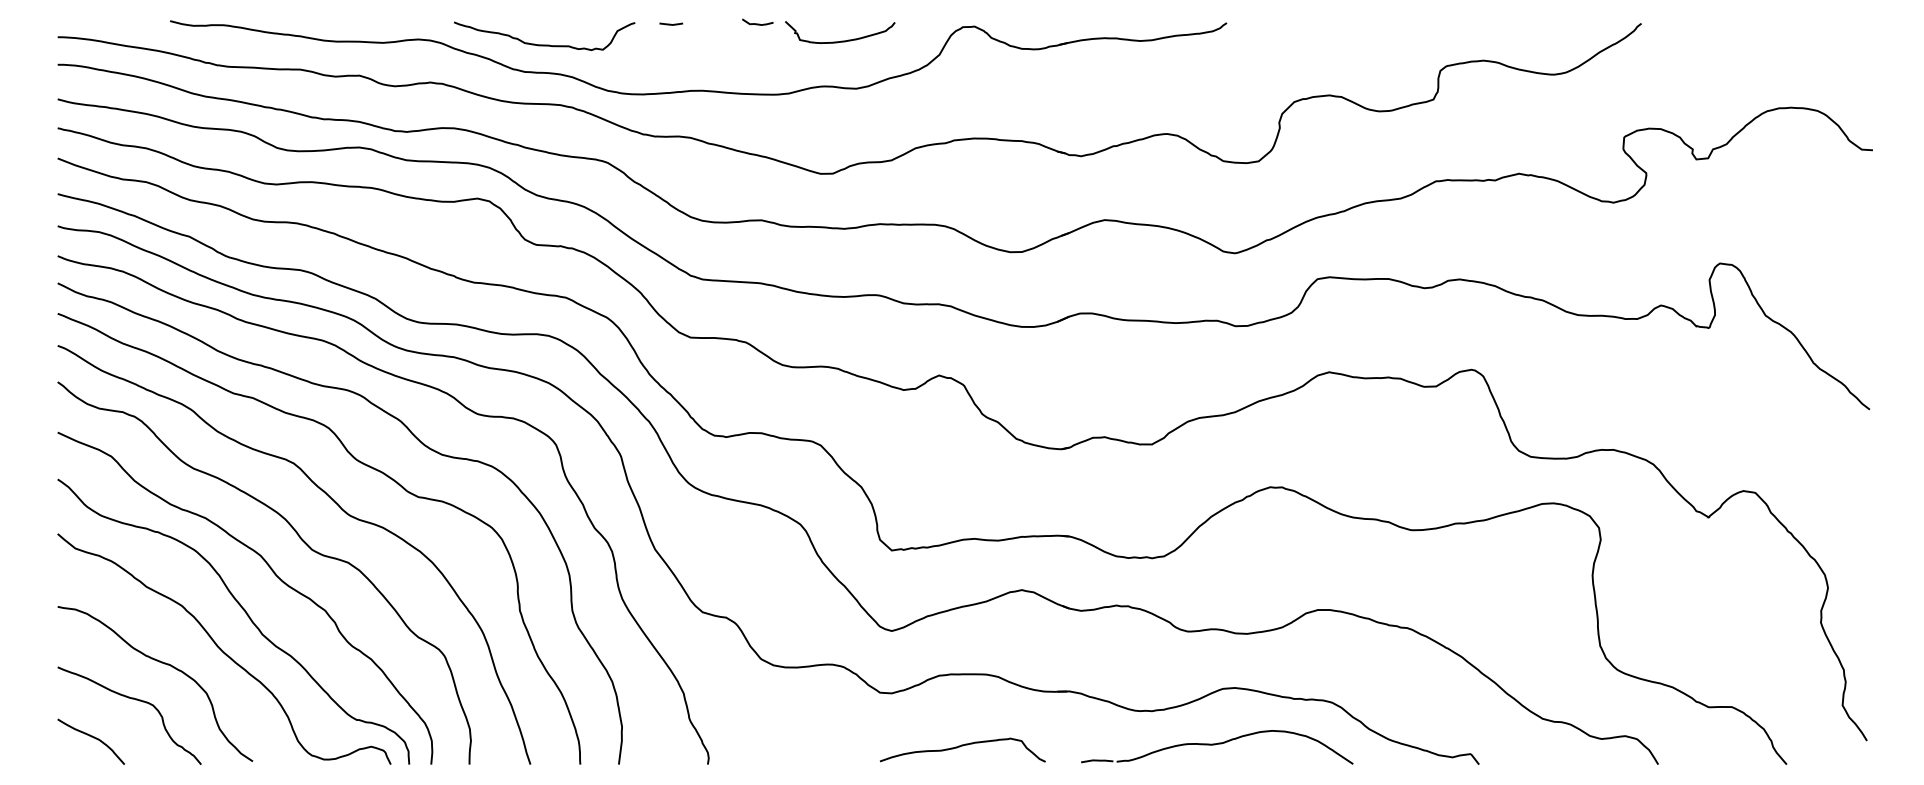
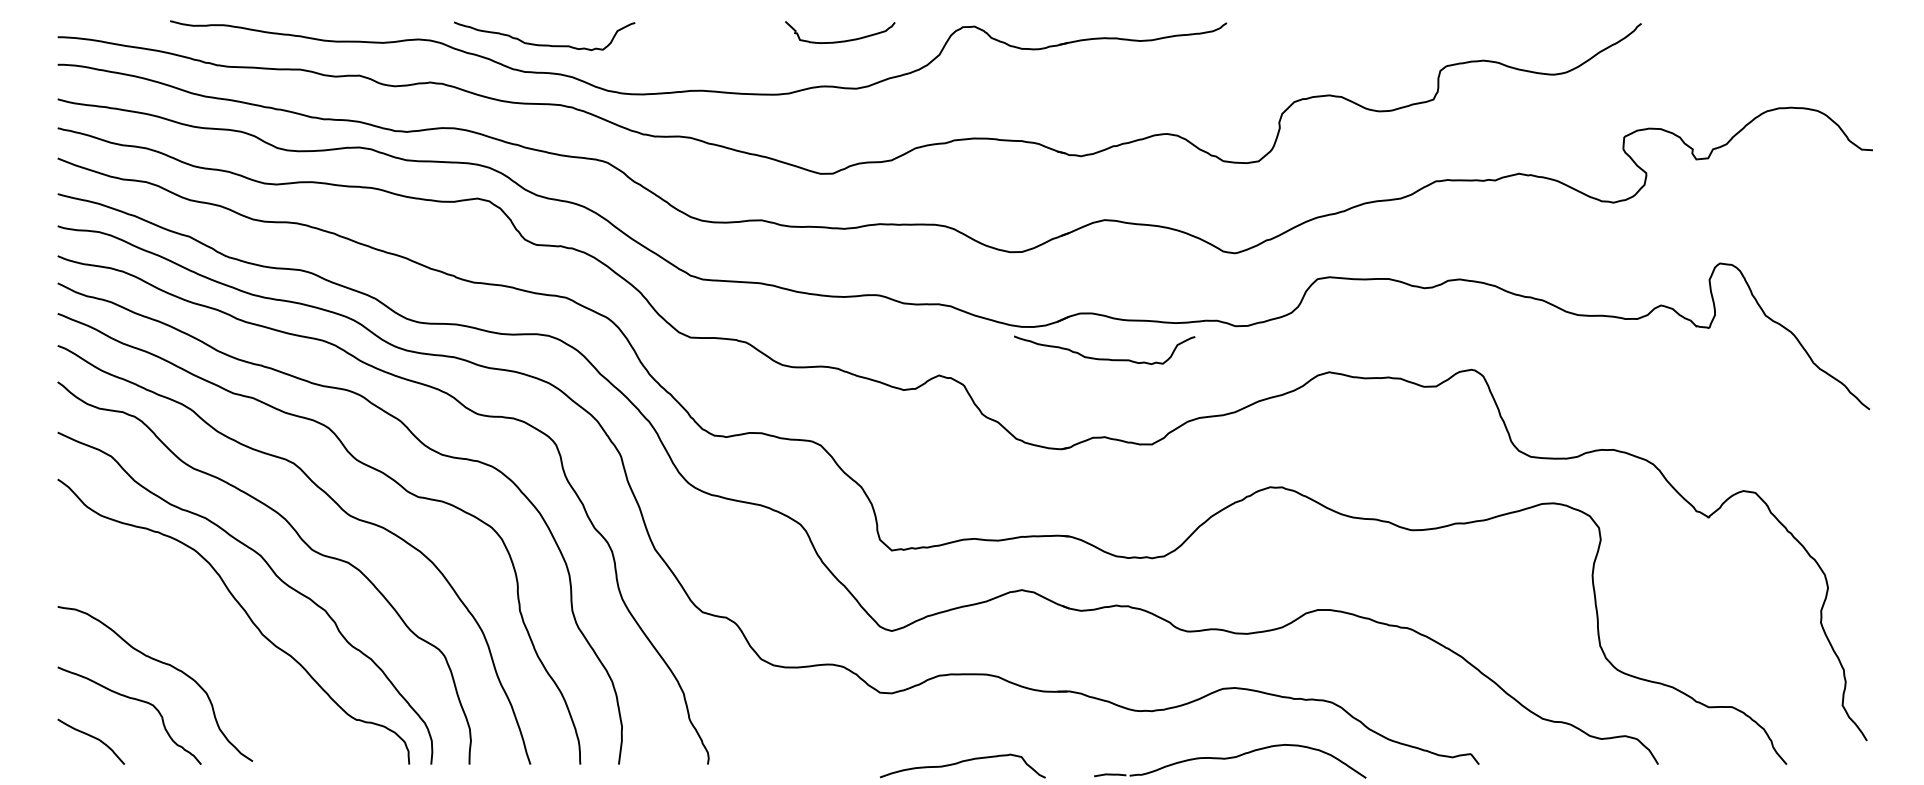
line at (671, 23): present -> none
curve at (757, 23): present -> none
curve at (1104, 358): none -> present
curve at (222, 649): present -> none
curve at (960, 747) position: (960, 747) -> (960, 763)
part at (1217, 747) position: (1217, 747) -> (1230, 761)
